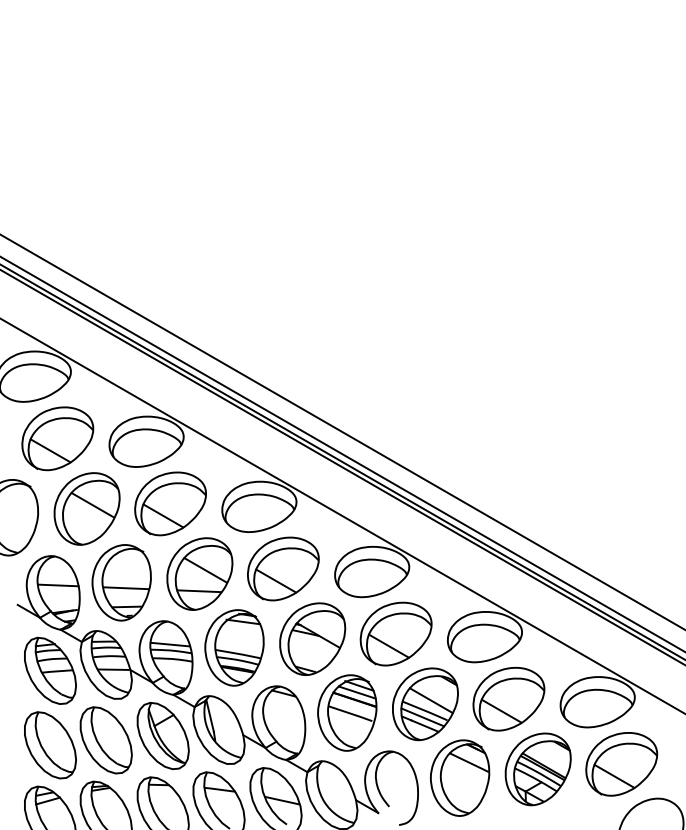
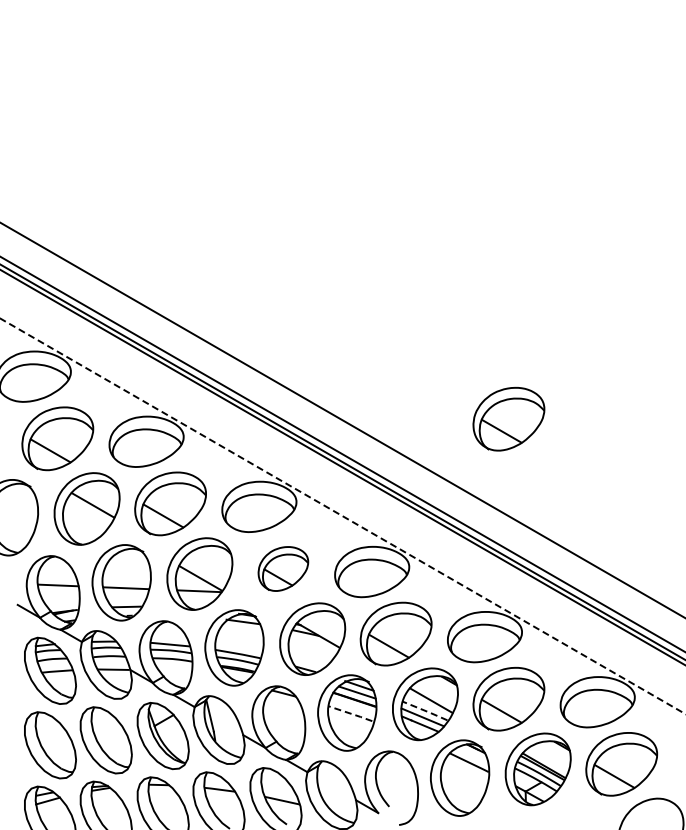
part at (508, 419): none -> present
line at (342, 431) position: (342, 431) -> (342, 419)
line at (342, 516): solid -> dashed
part at (283, 568) size: 73x66 px -> 53x46 px
line at (205, 570) position: (205, 570) -> (200, 578)
line at (424, 710): solid -> dashed
line at (350, 713): solid -> dashed
